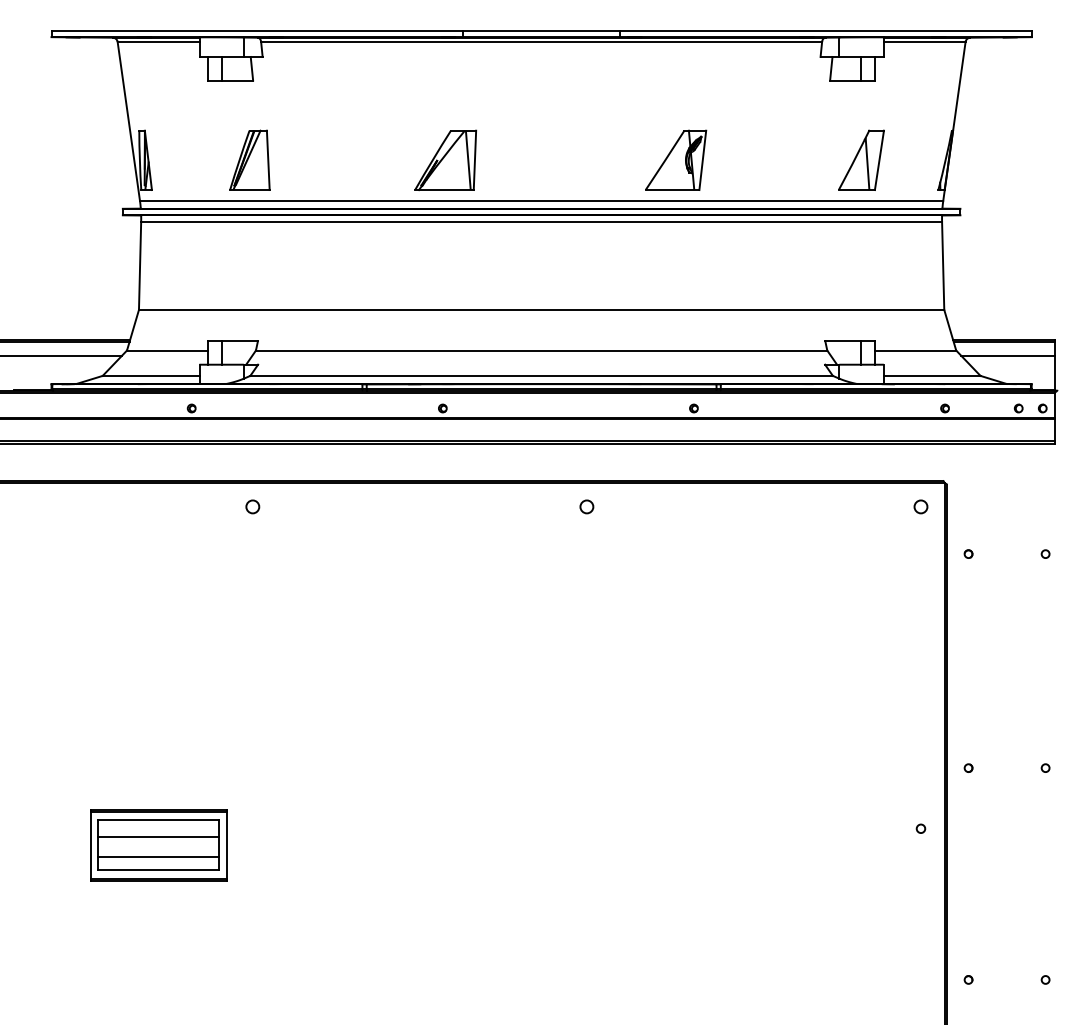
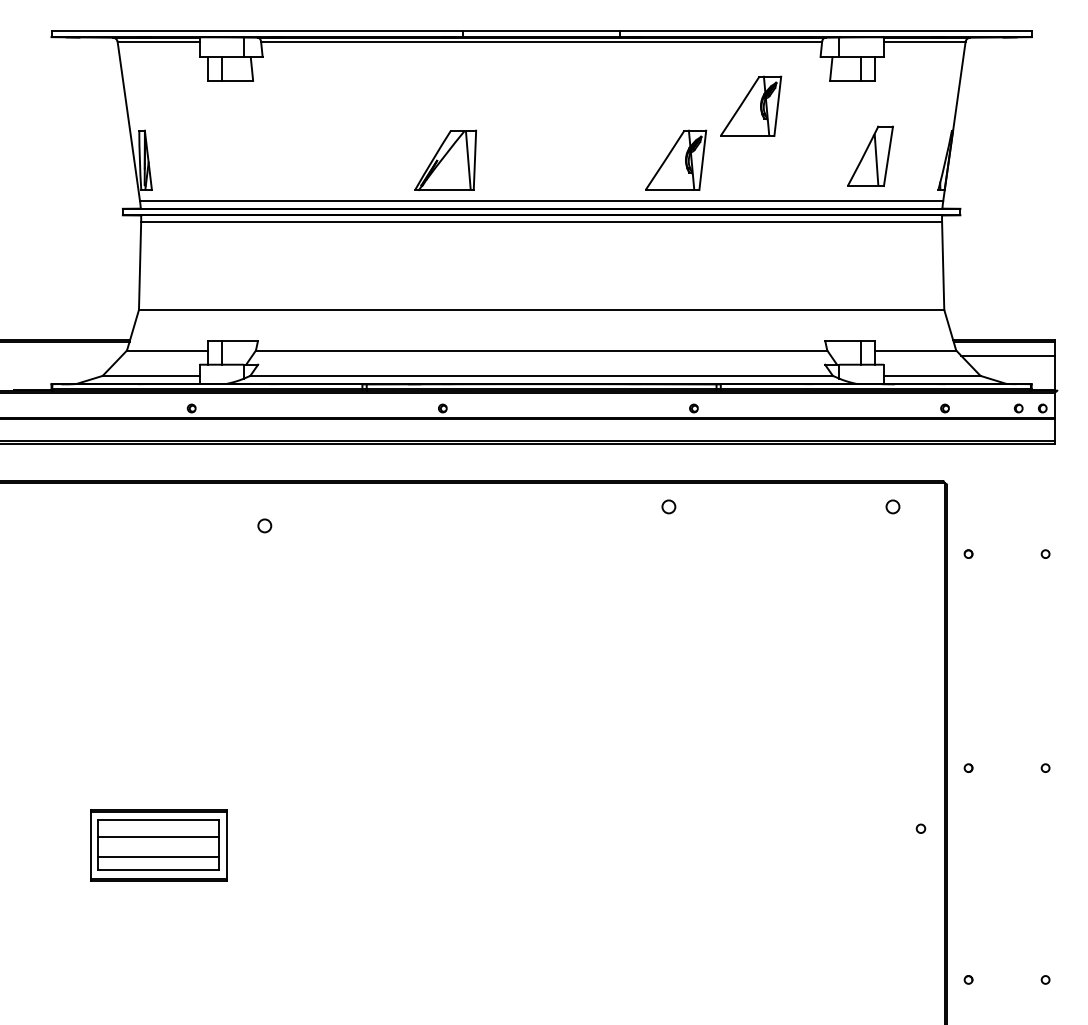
part at (751, 105): none -> present
part at (249, 159): present -> none
part at (861, 159) position: (861, 159) -> (870, 155)
line at (62, 355): present -> none
circle at (252, 506) position: (252, 506) -> (264, 525)
circle at (586, 506) position: (586, 506) -> (668, 506)
circle at (920, 506) position: (920, 506) -> (892, 506)
